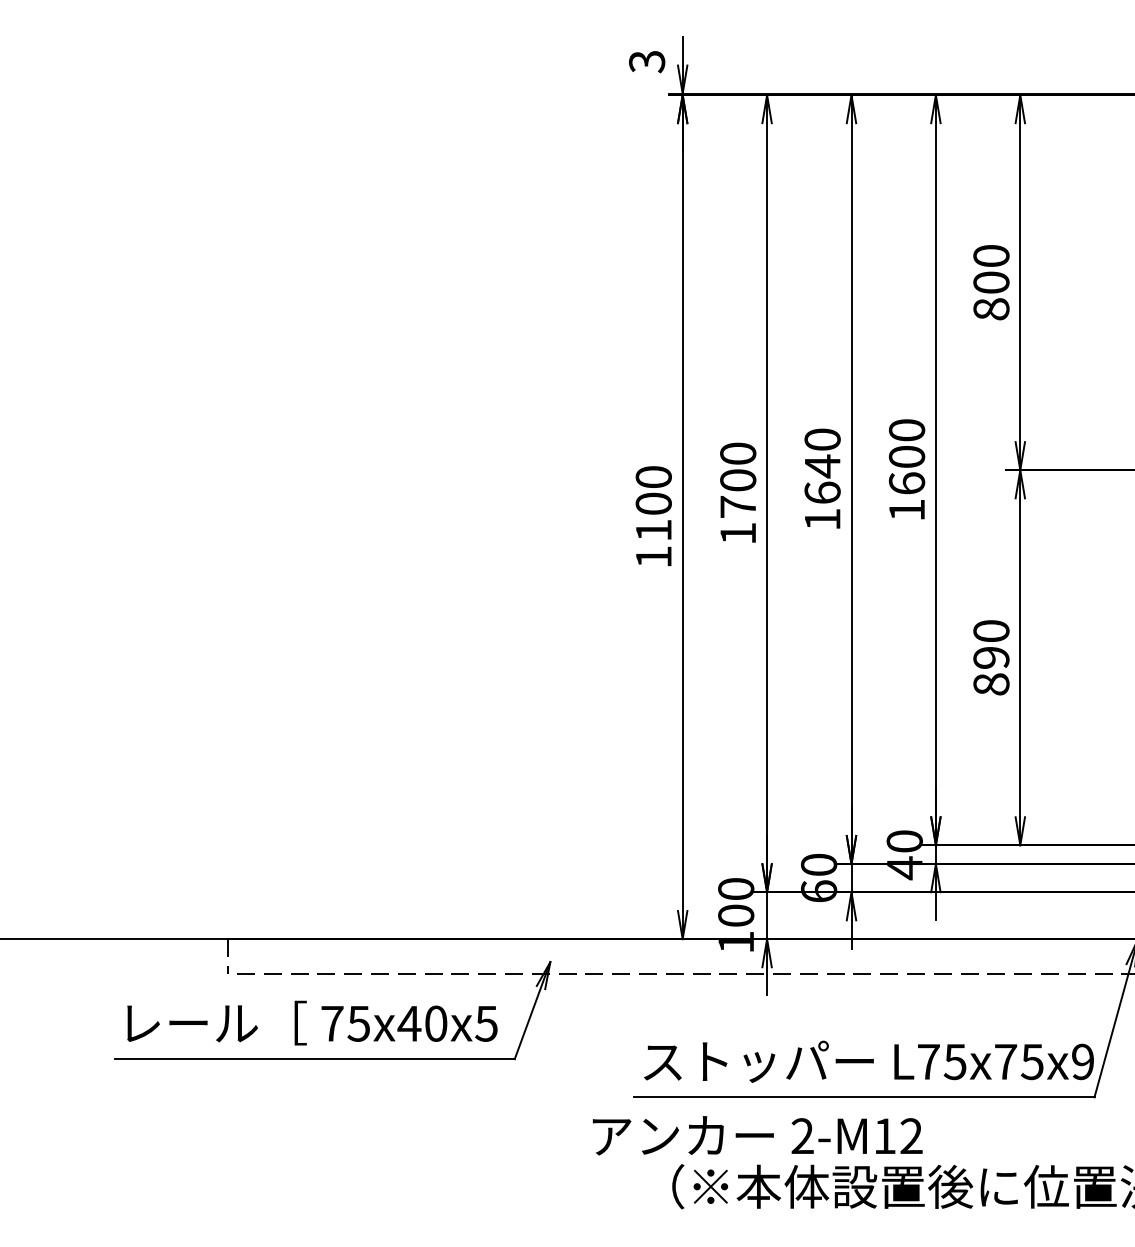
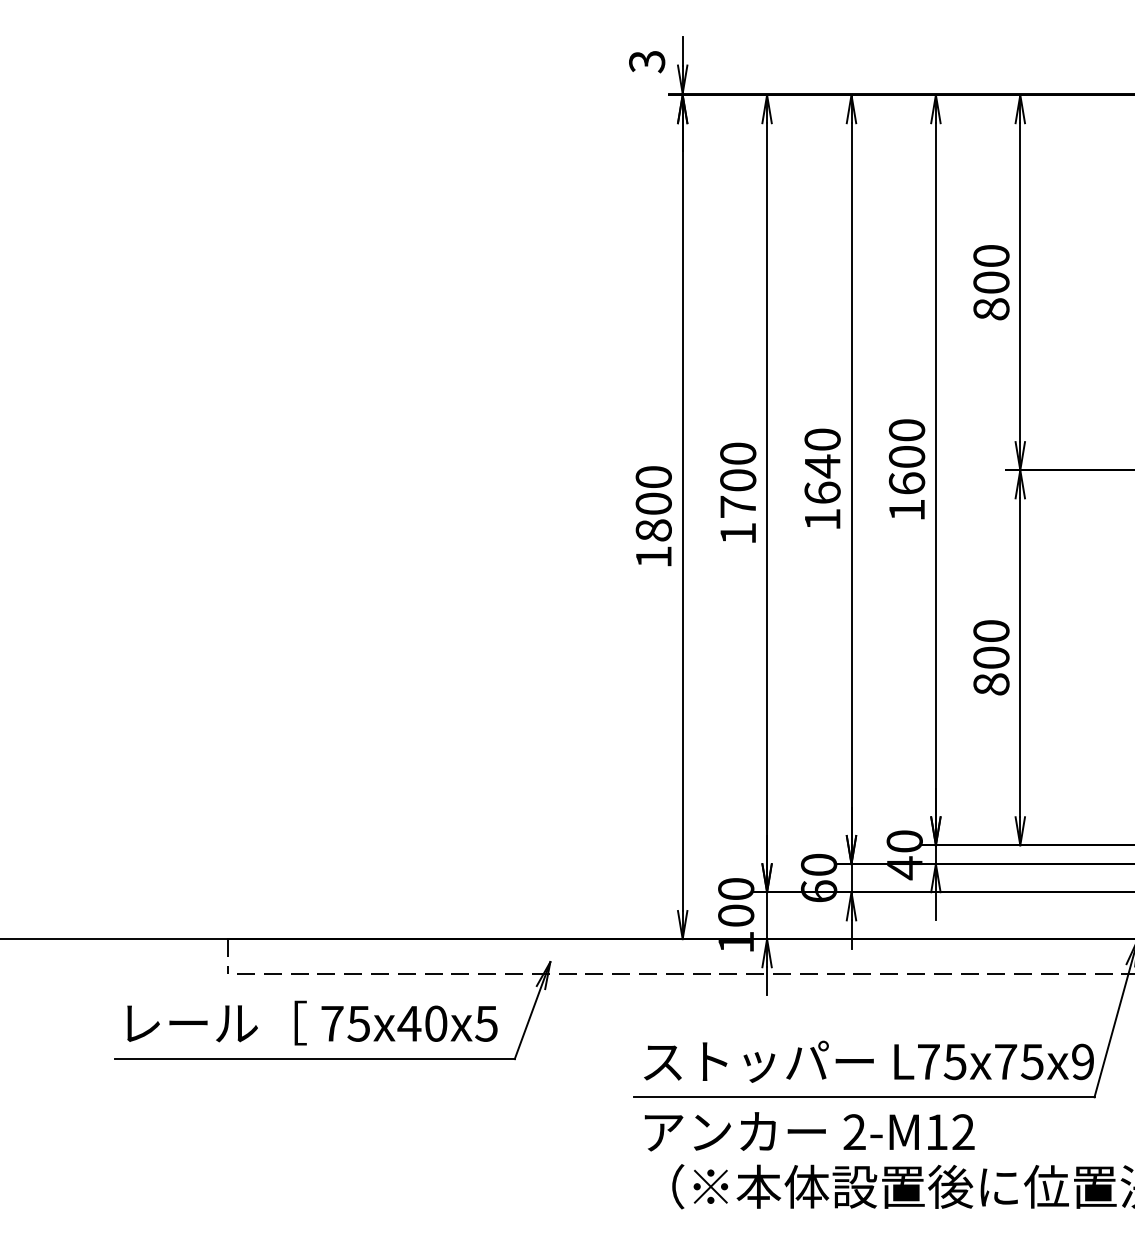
text at (653, 530): 1100 -> 1800
text at (991, 657): 890 -> 800
text at (757, 1135) position: (757, 1135) -> (809, 1131)
